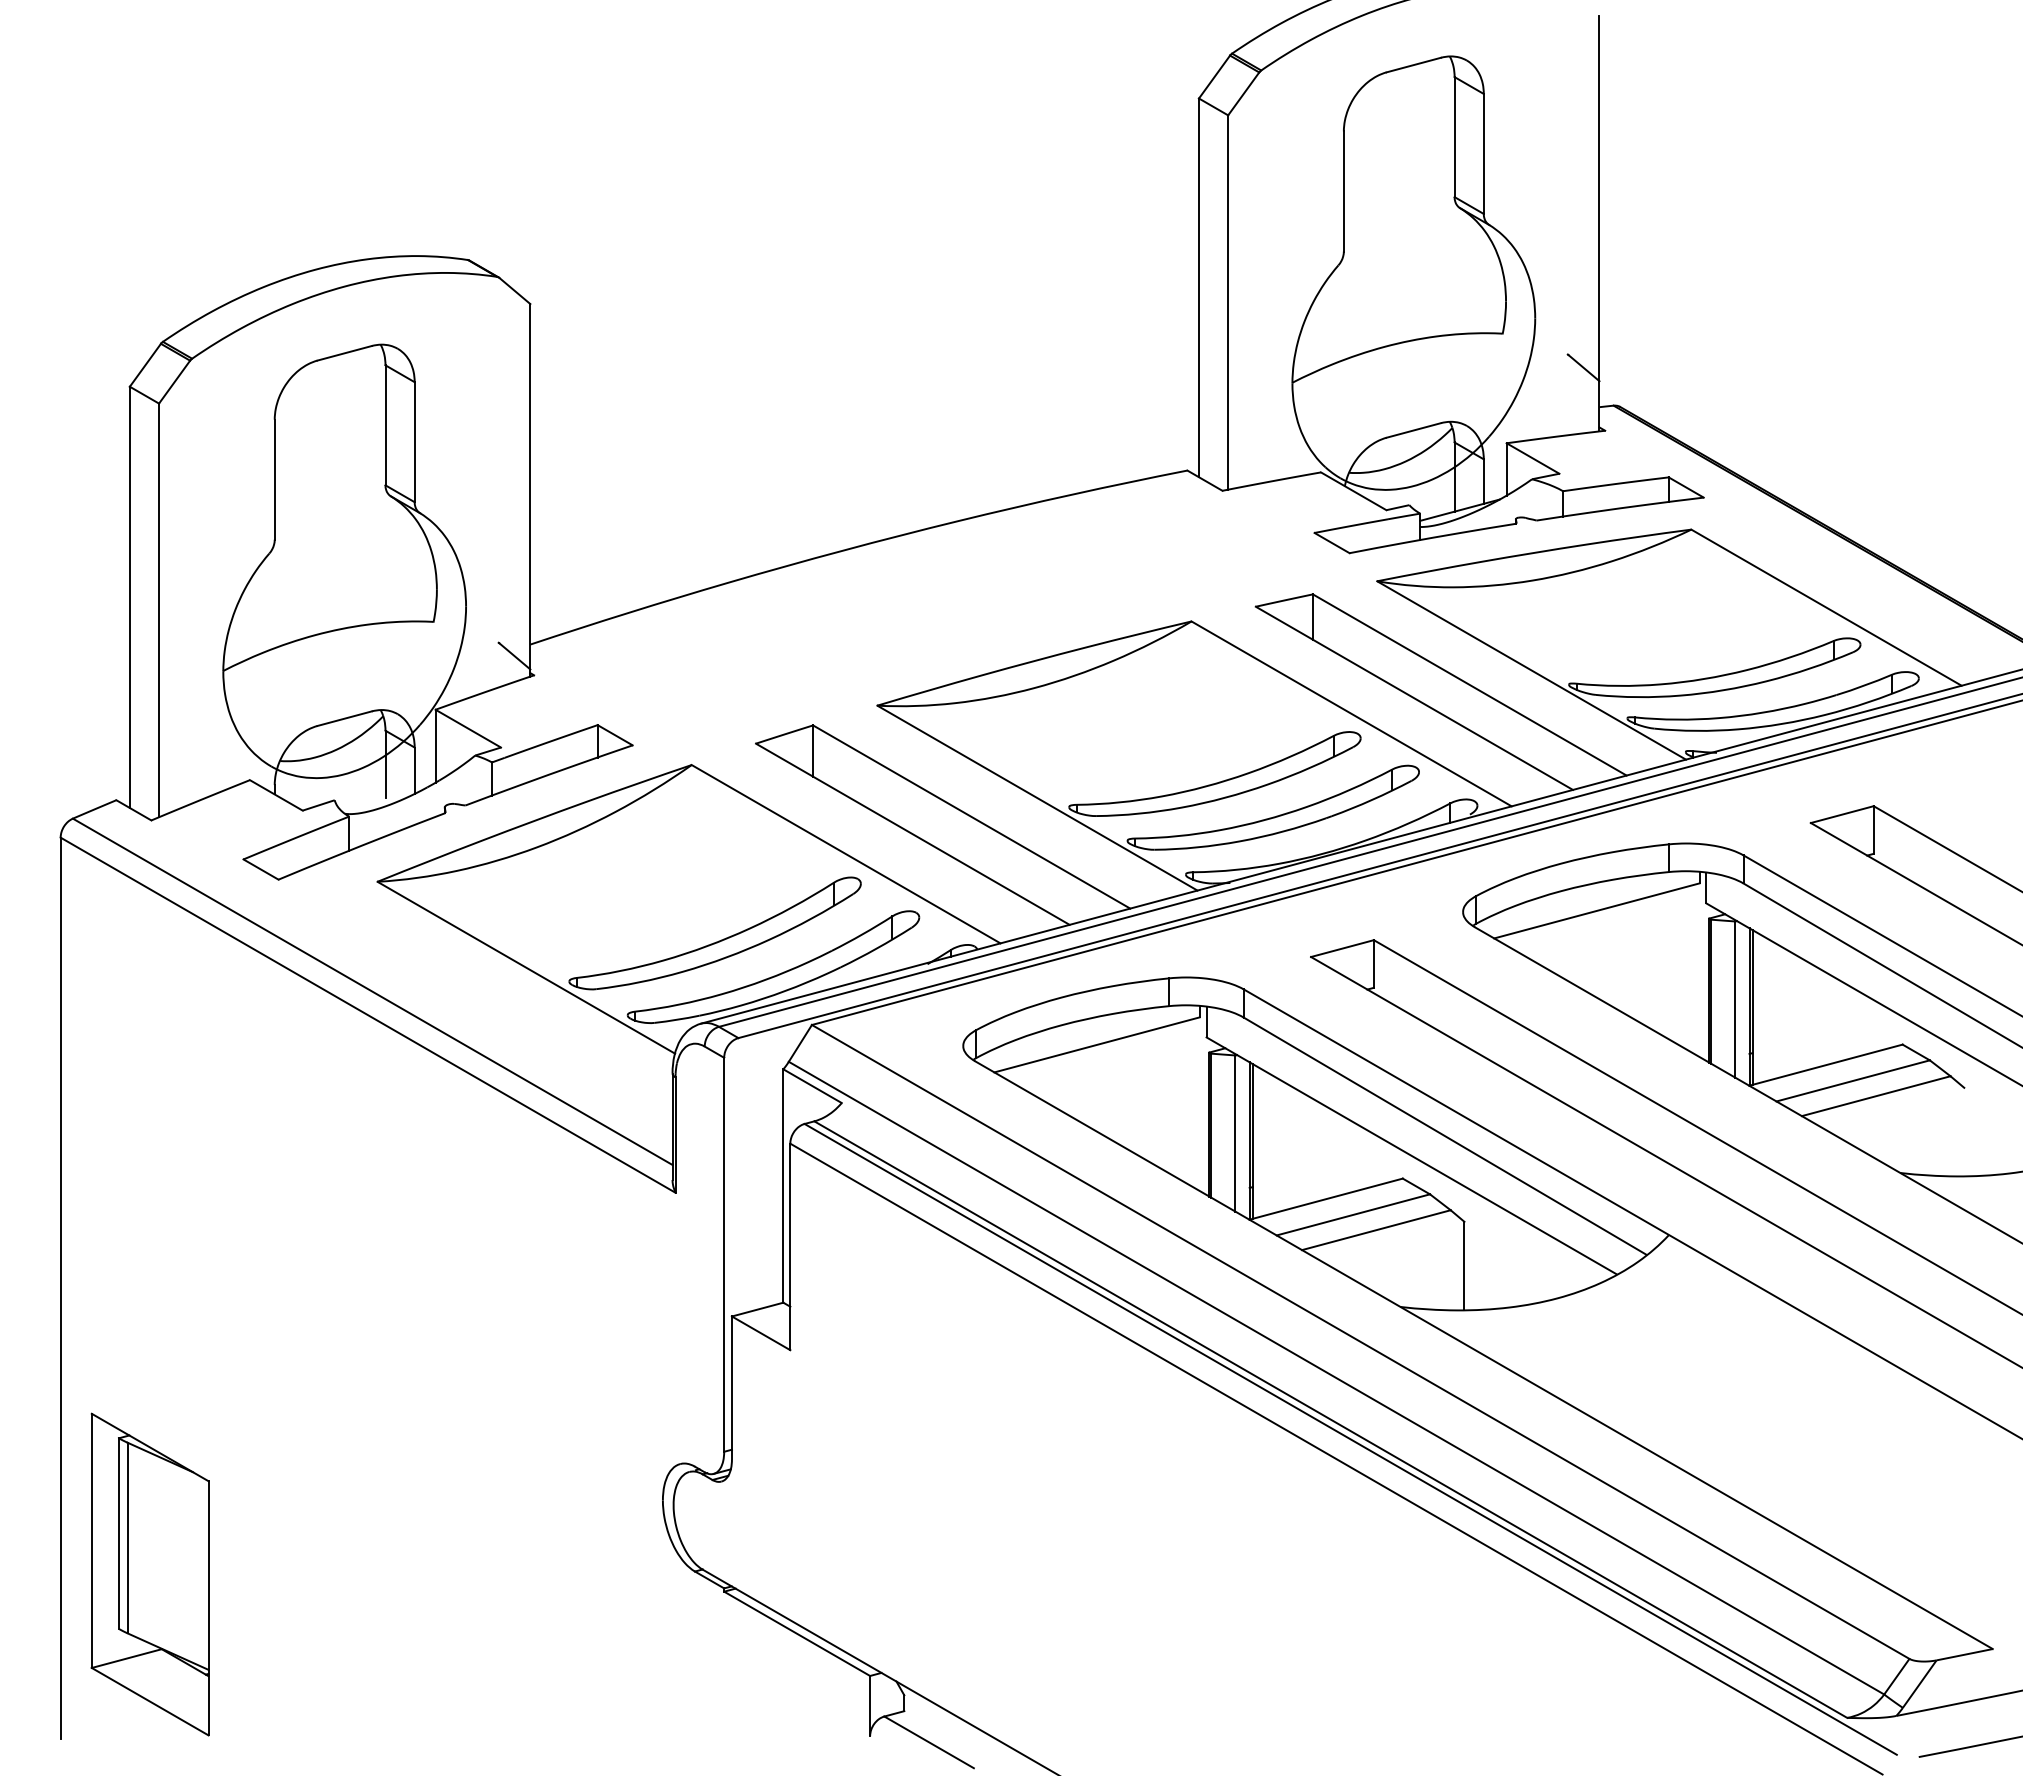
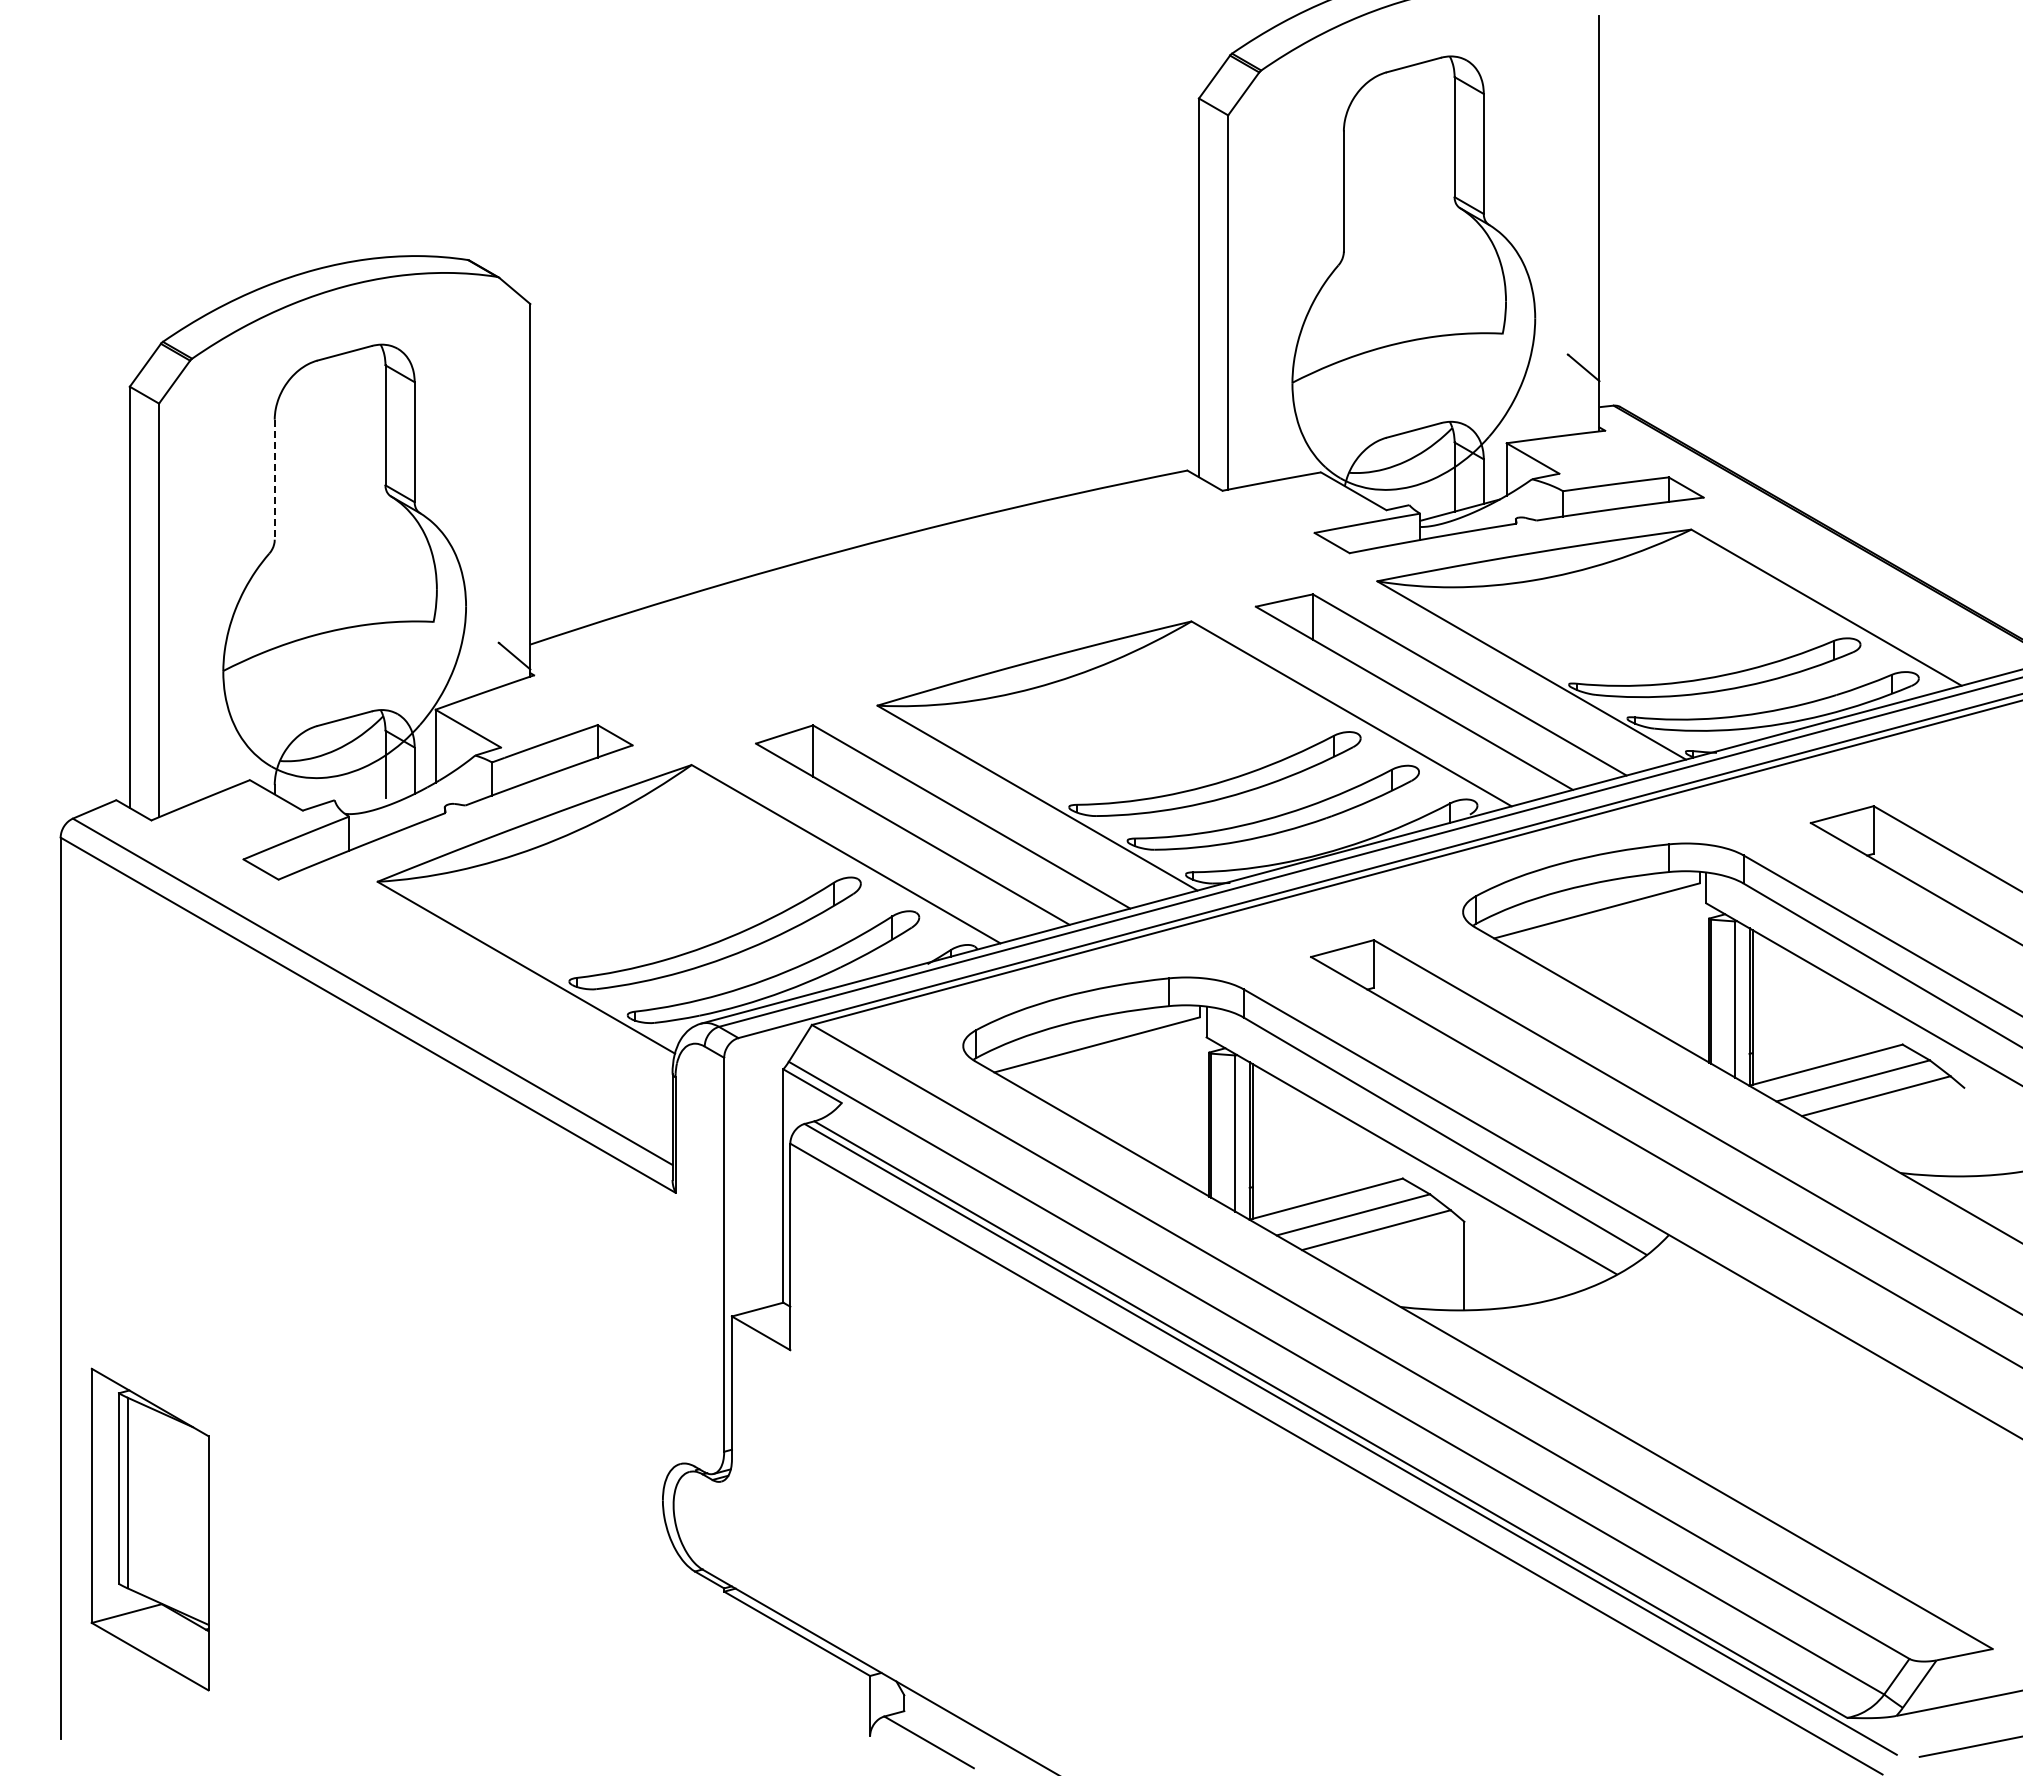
line at (274, 480): solid -> dashed
part at (149, 1574) position: (149, 1574) -> (149, 1529)
